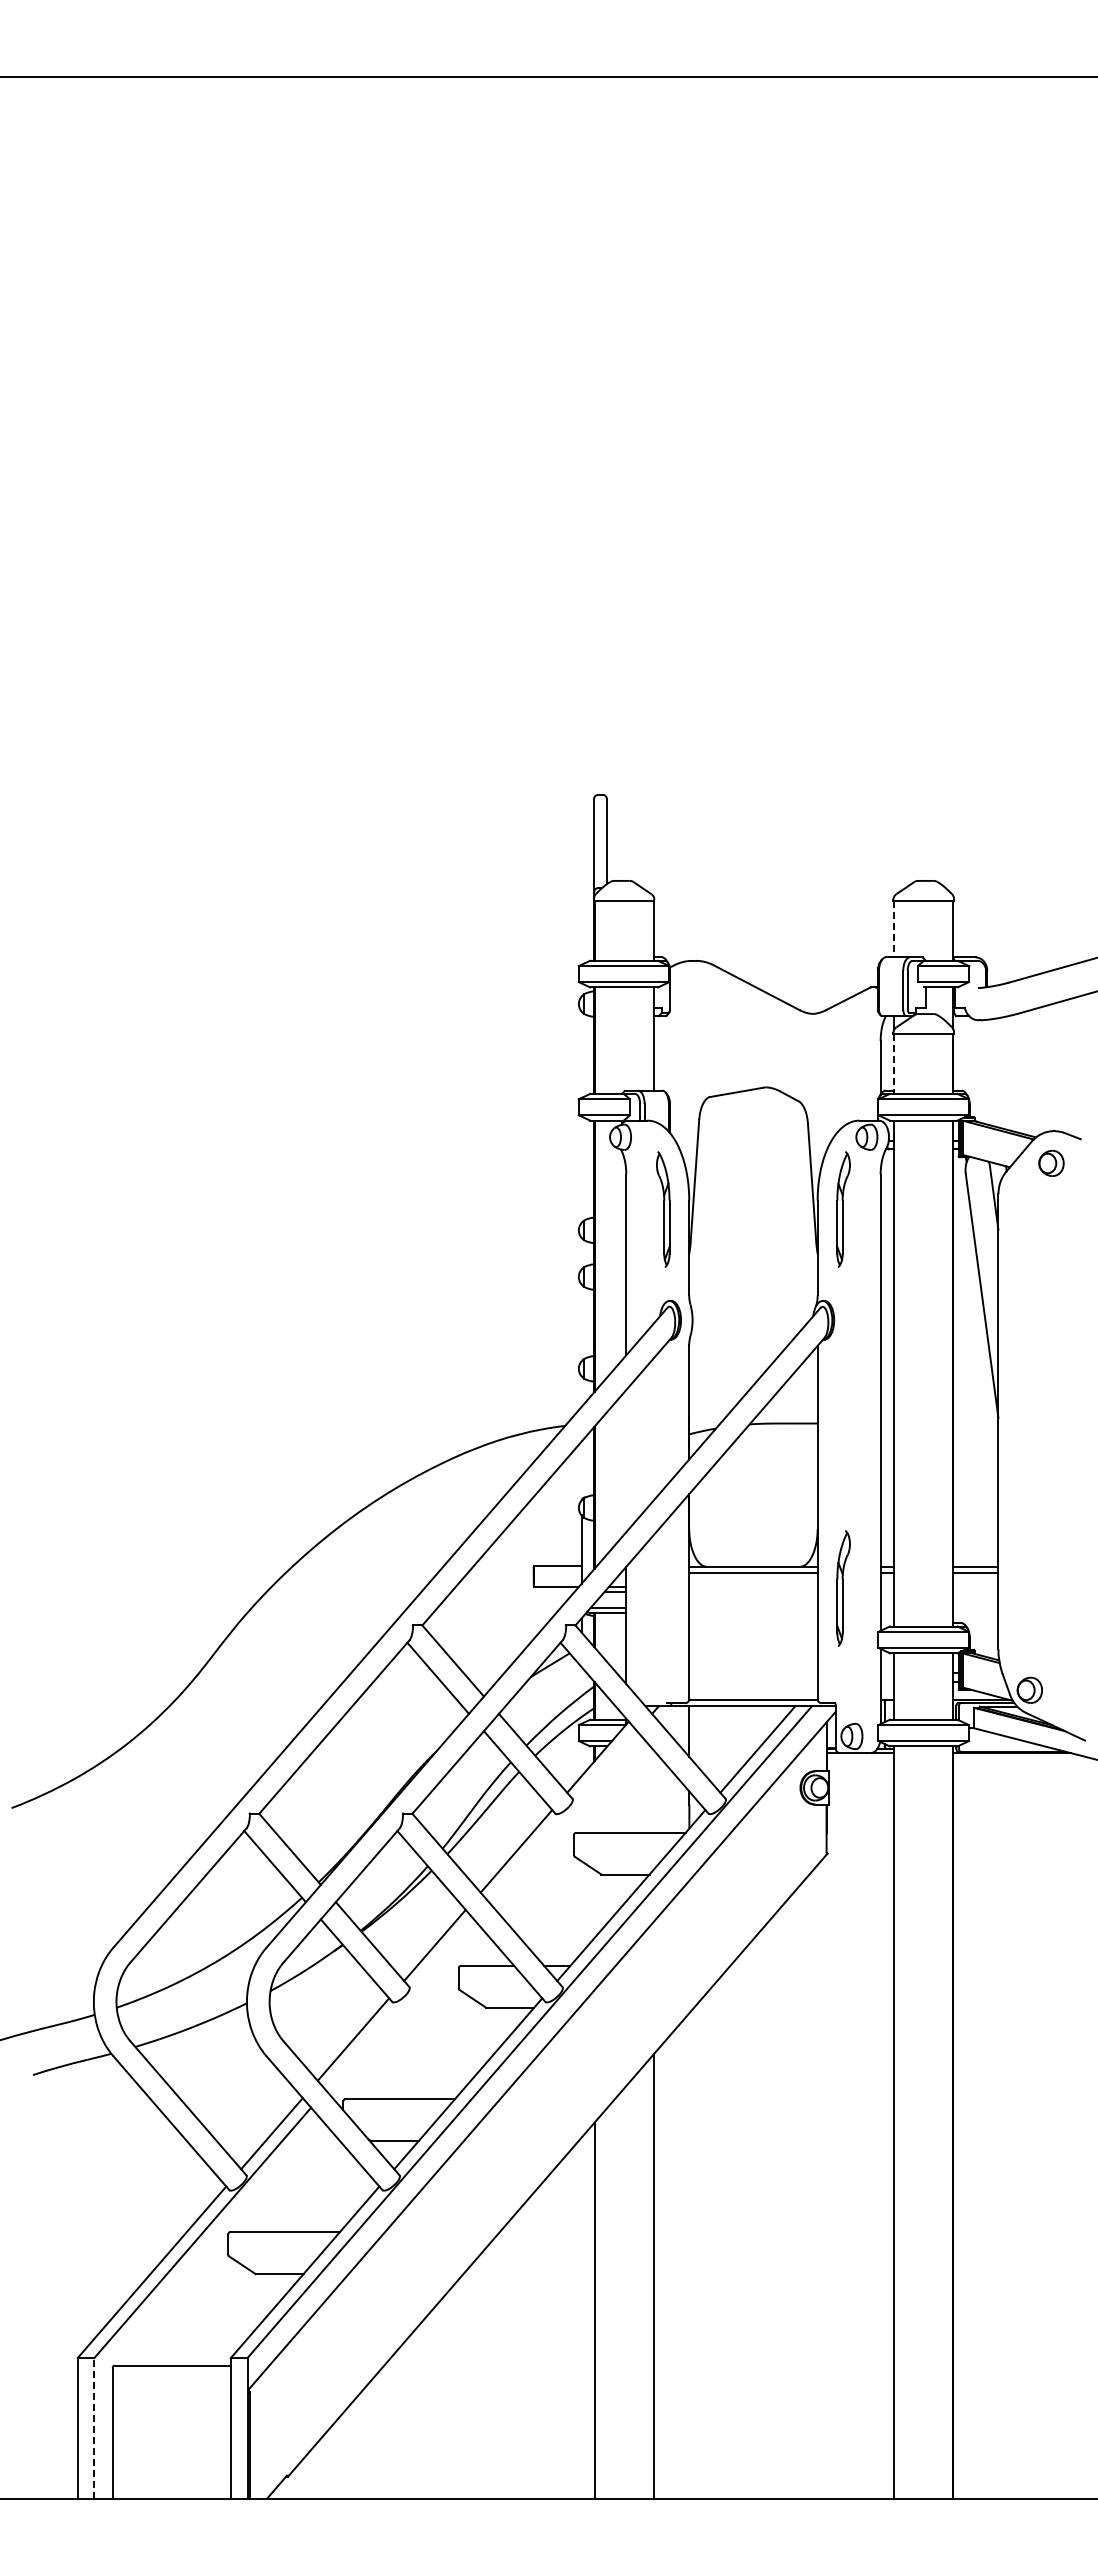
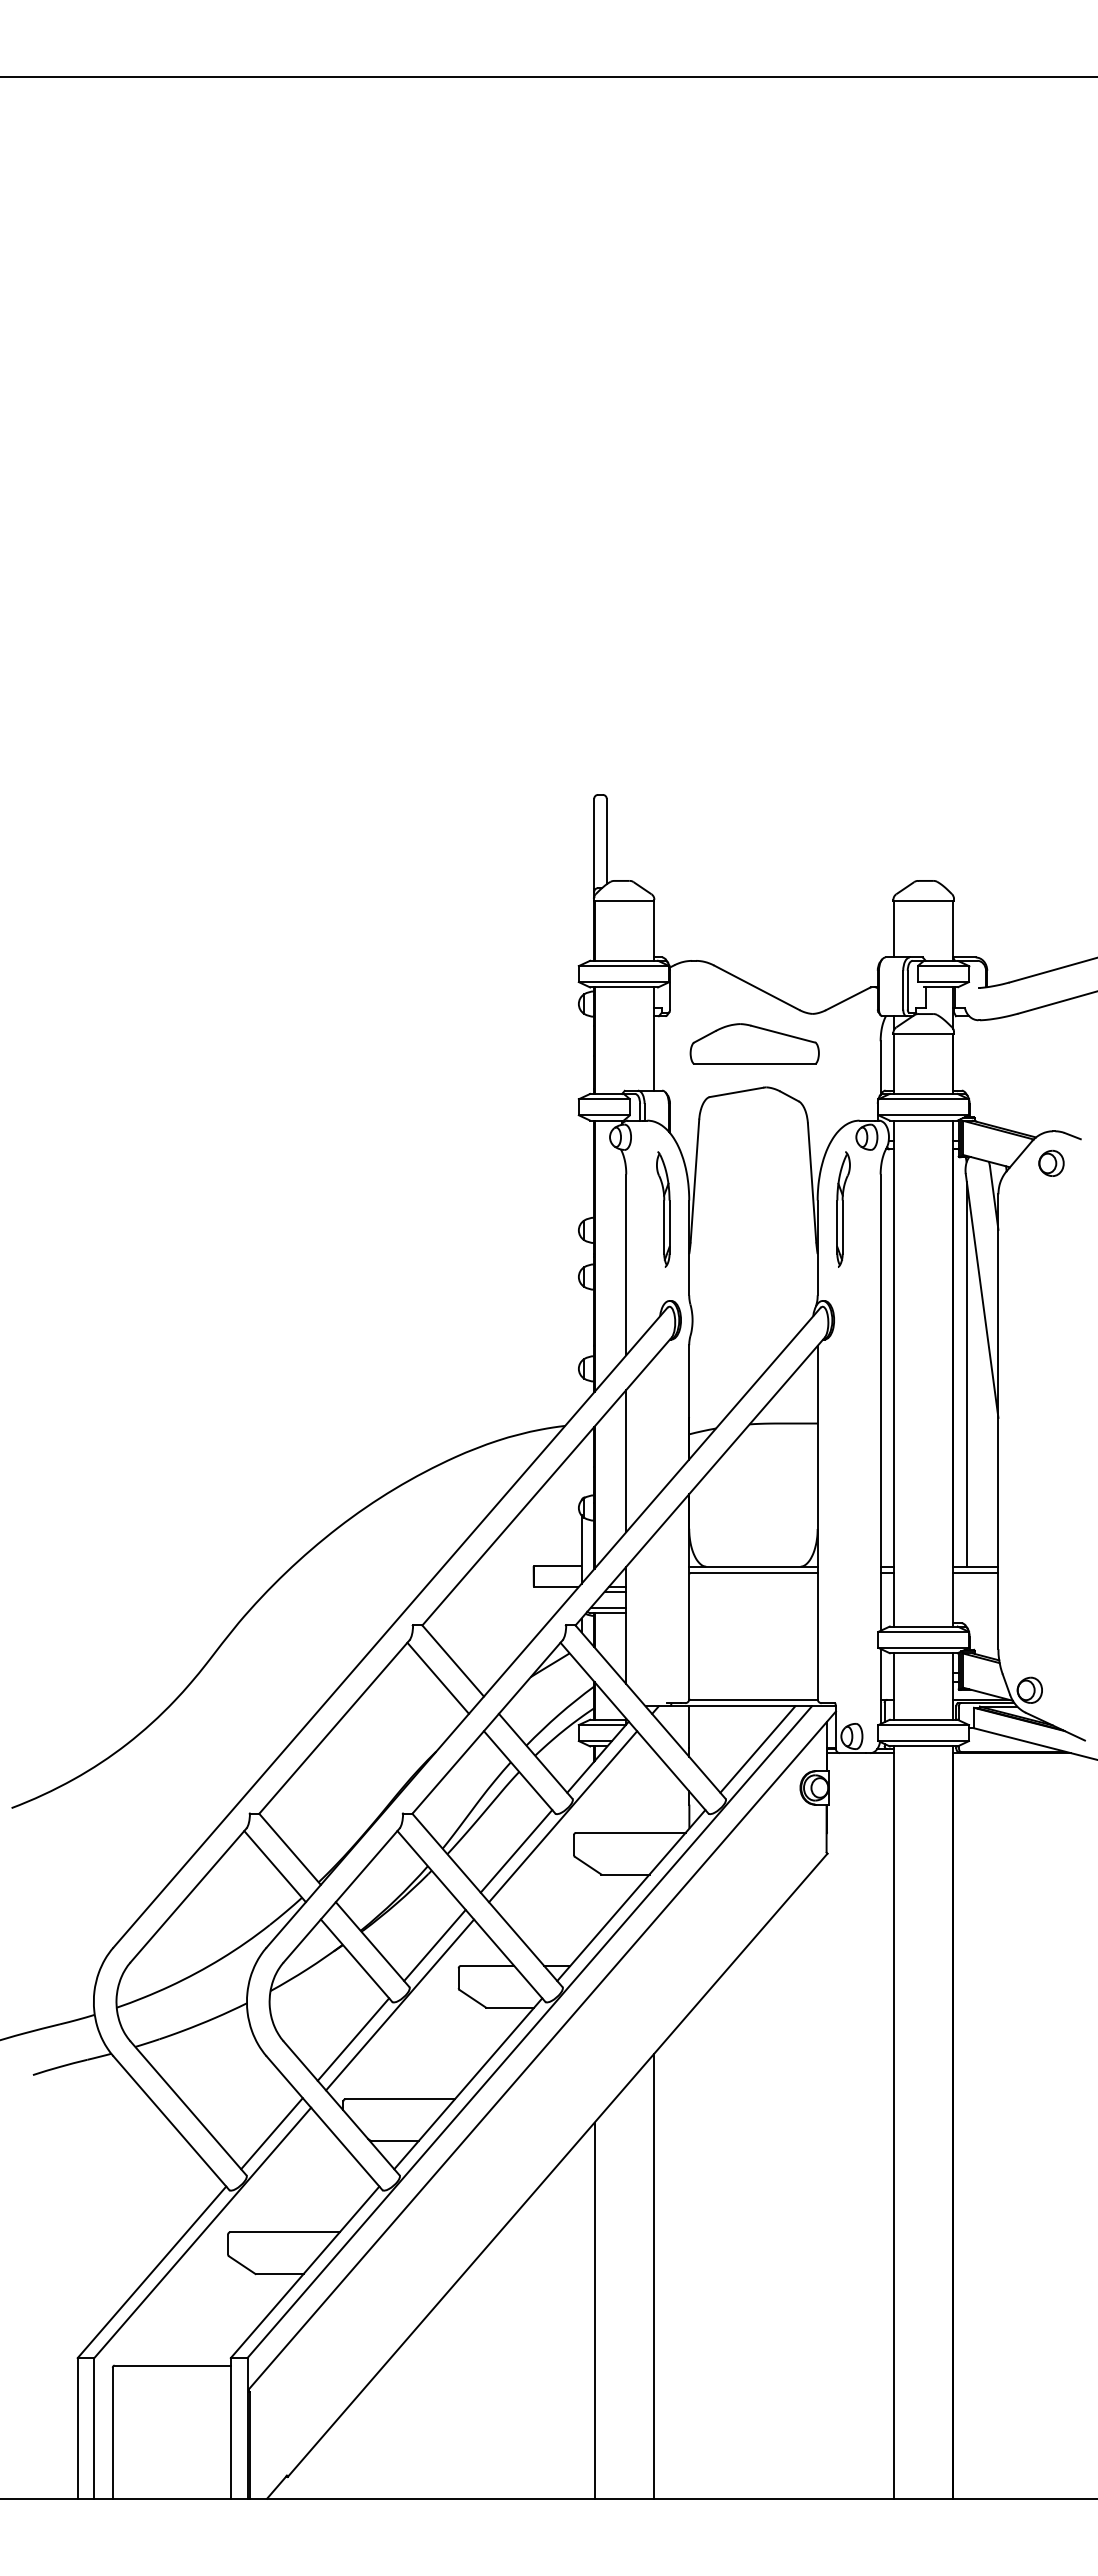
line at (894, 929): dashed -> solid
part at (754, 1043): none -> present
line at (894, 1064): dashed -> solid
line at (966, 1373): none -> present
line at (626, 1461): none -> present
part at (843, 1588): present -> none
line at (563, 1816): none -> present
line at (400, 2004): none -> present
line at (94, 2427): dashed -> solid
